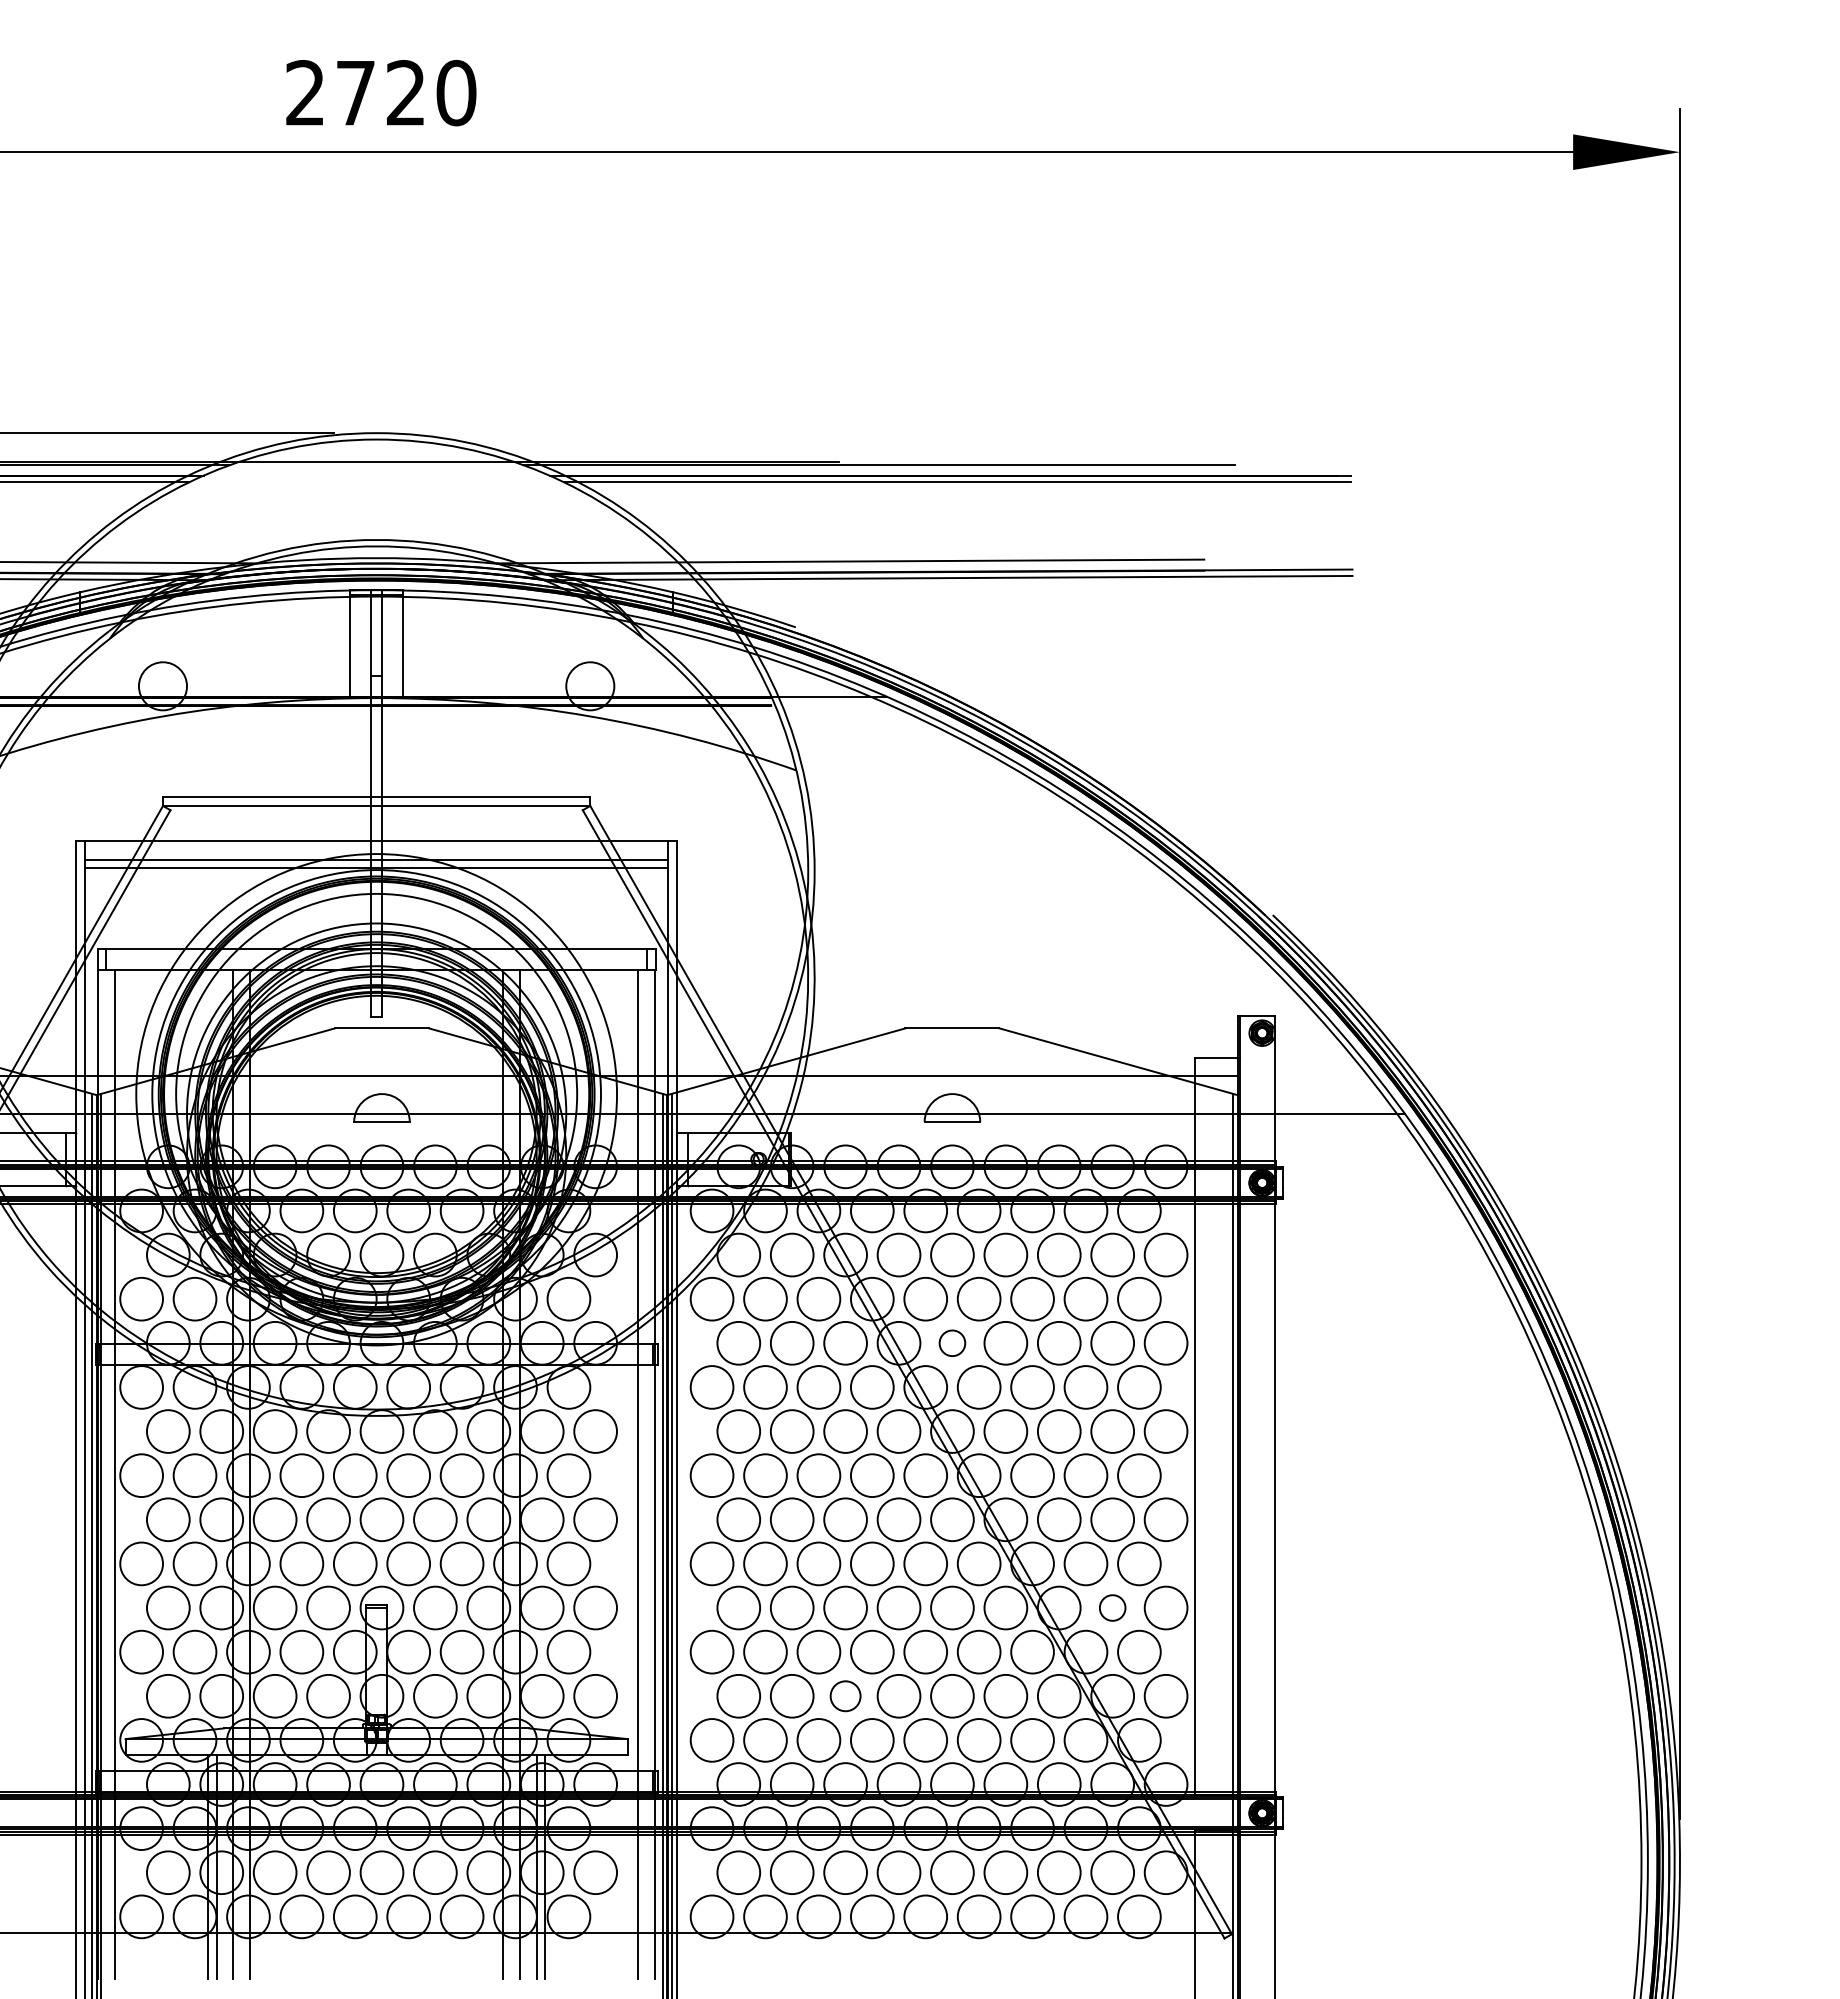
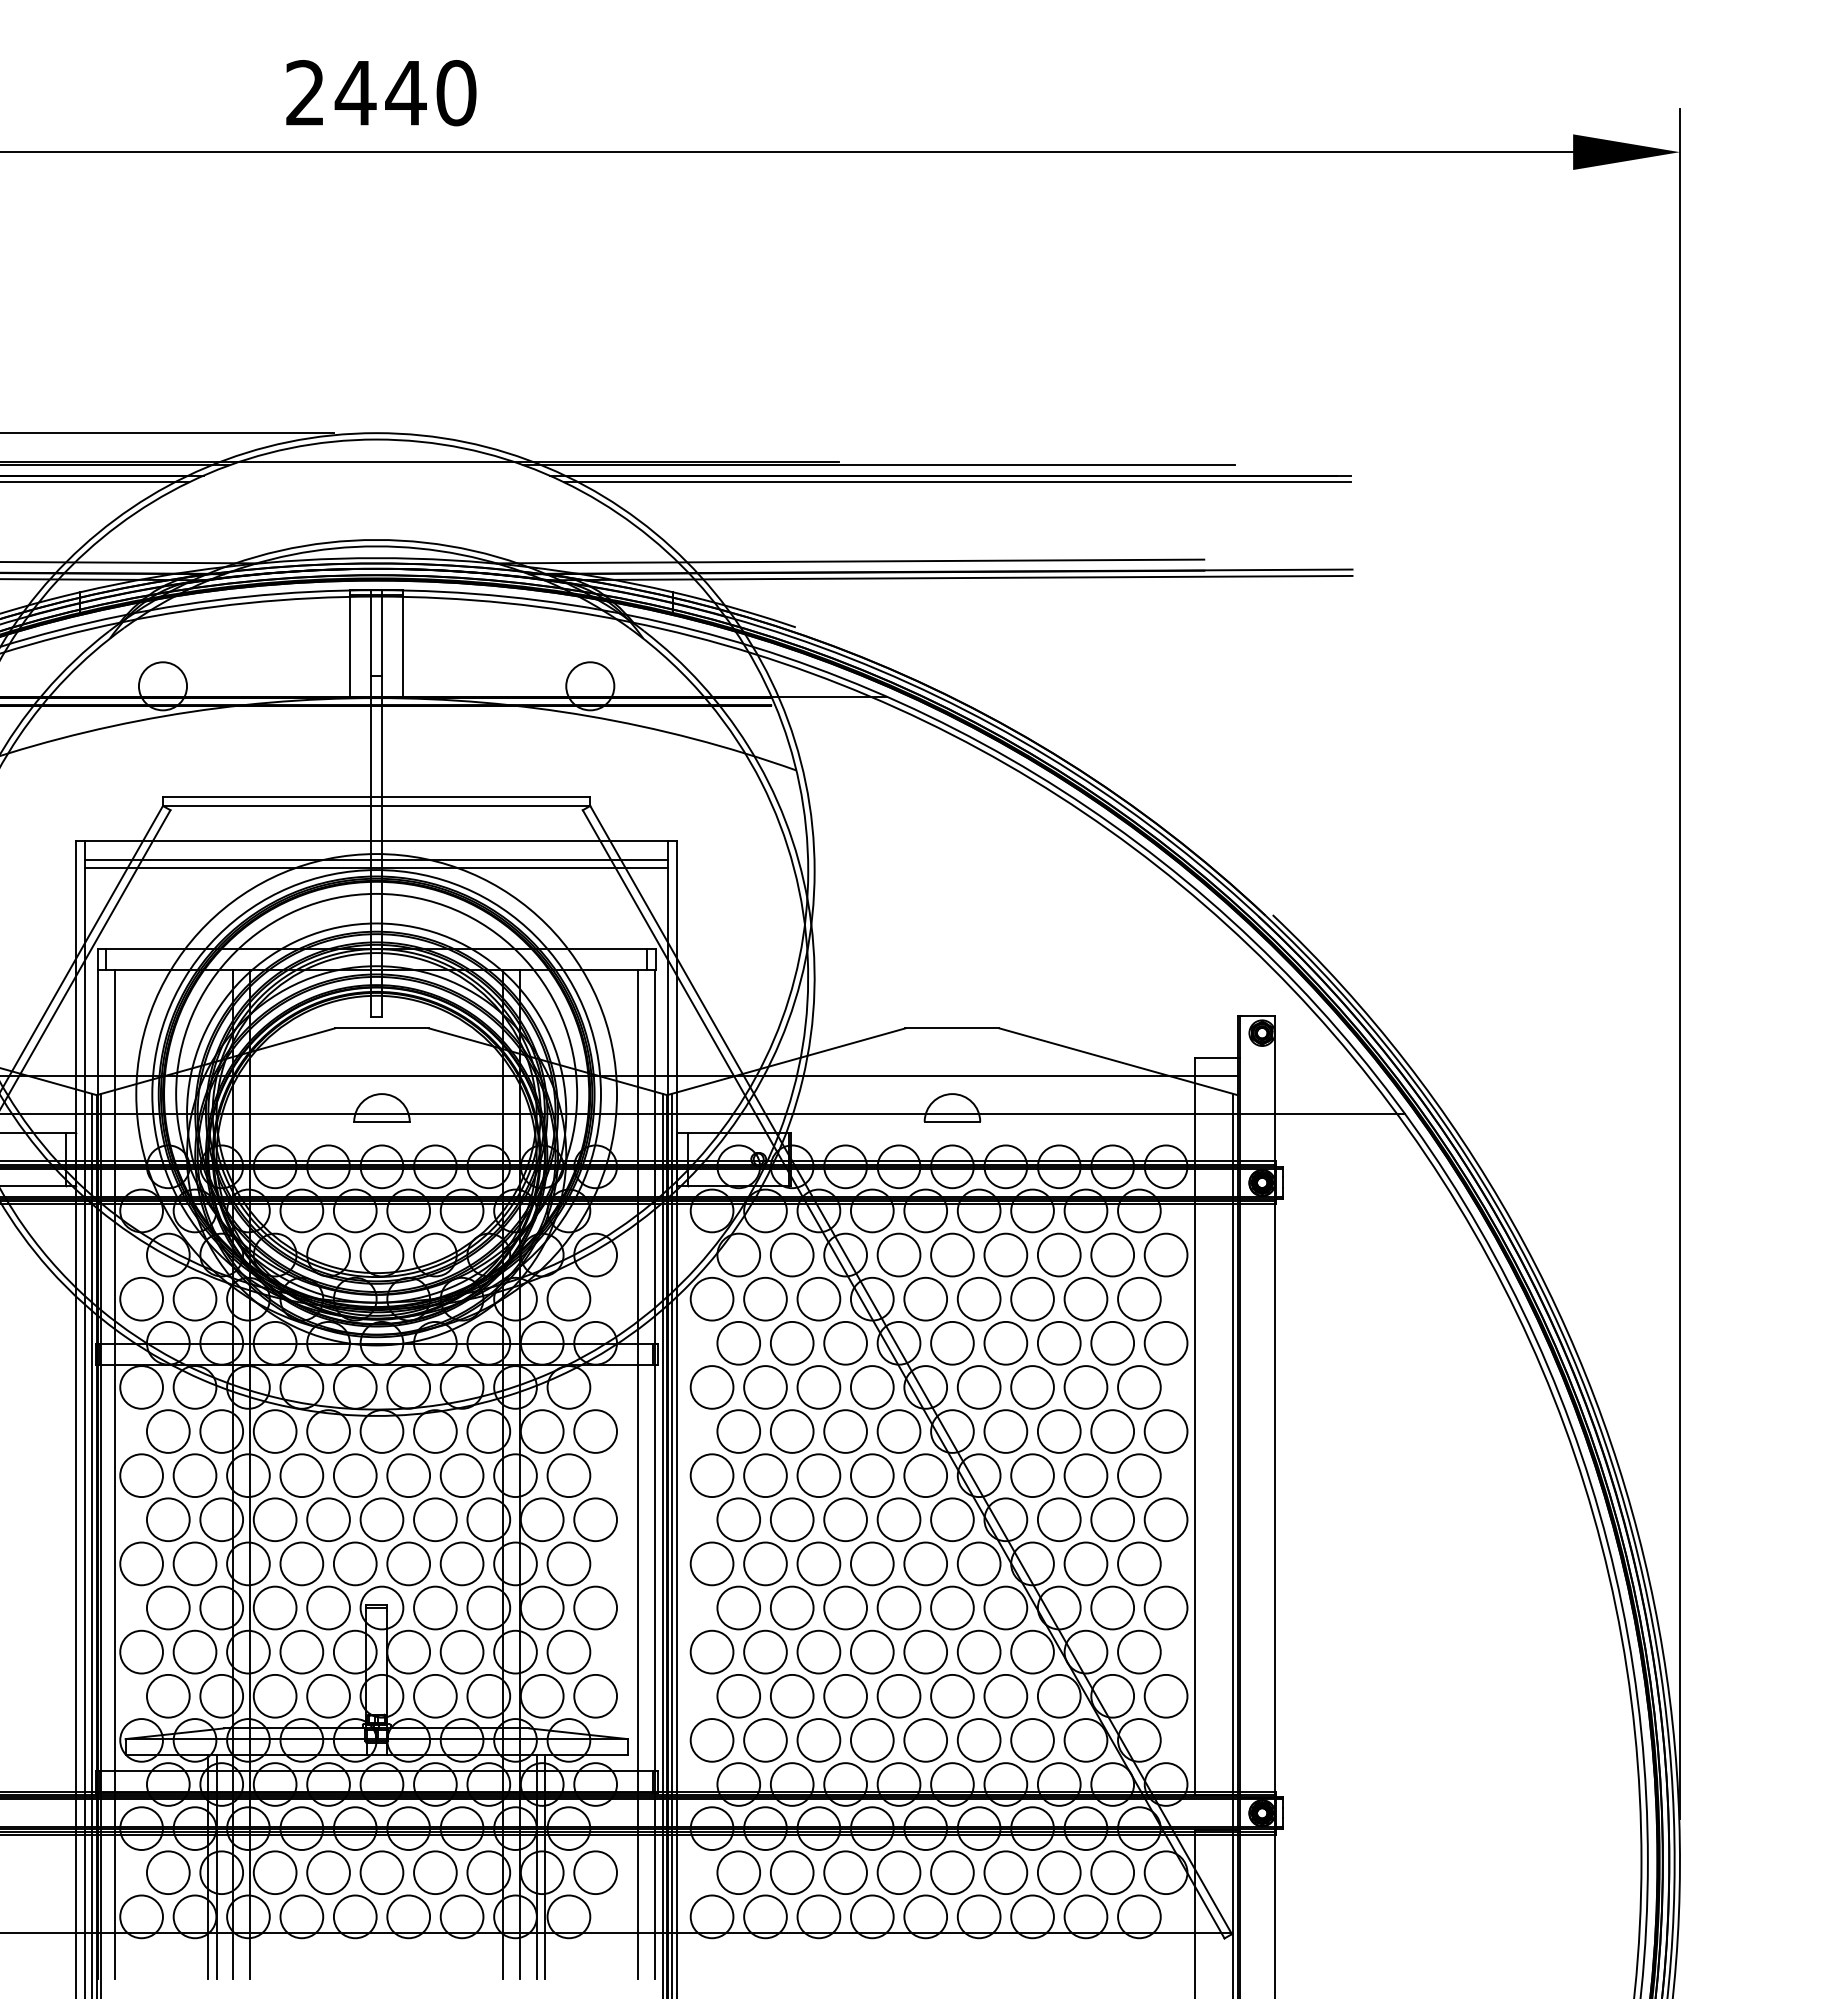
text at (380, 92): 2720 -> 2440
circle at (952, 1343) diameter: 26 px -> 43 px
circle at (1112, 1607) diameter: 26 px -> 43 px
circle at (845, 1696) diameter: 30 px -> 43 px
